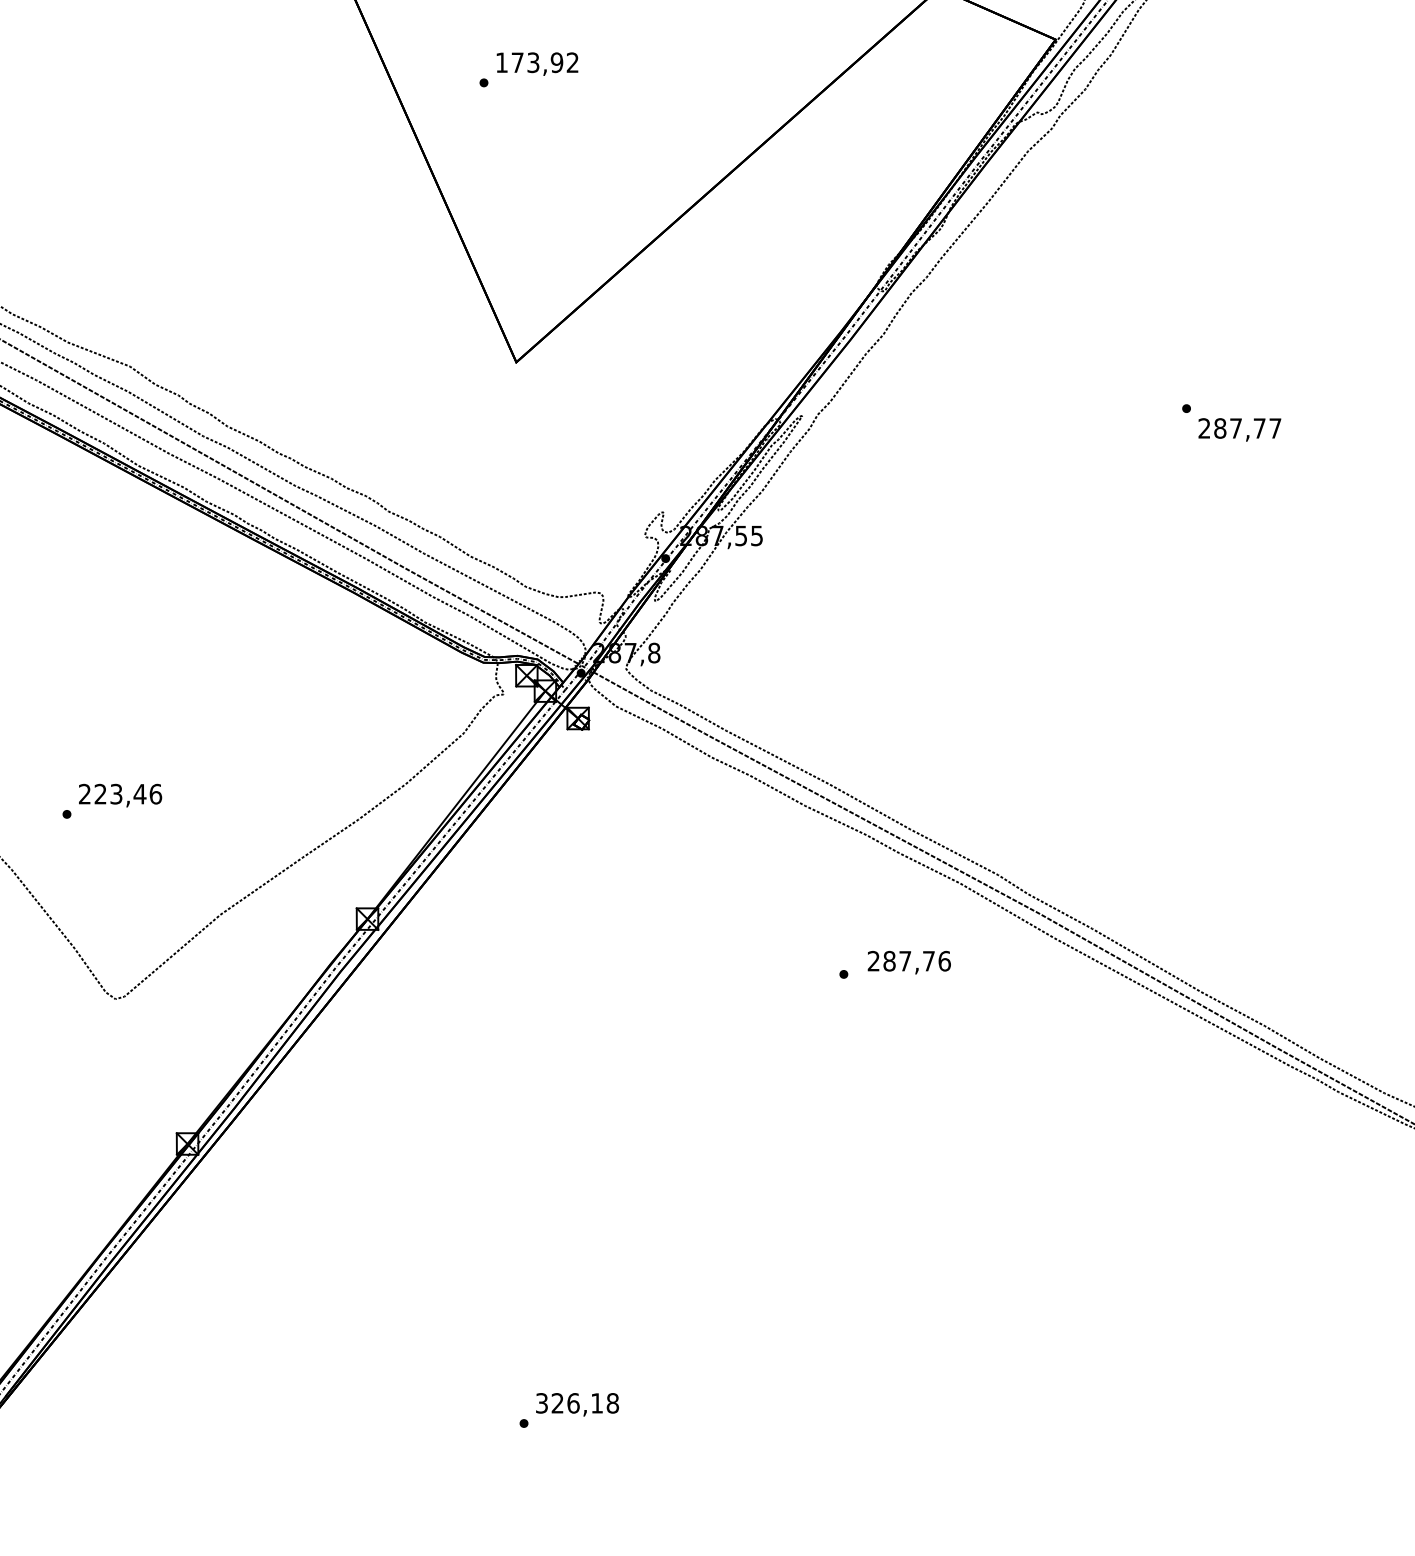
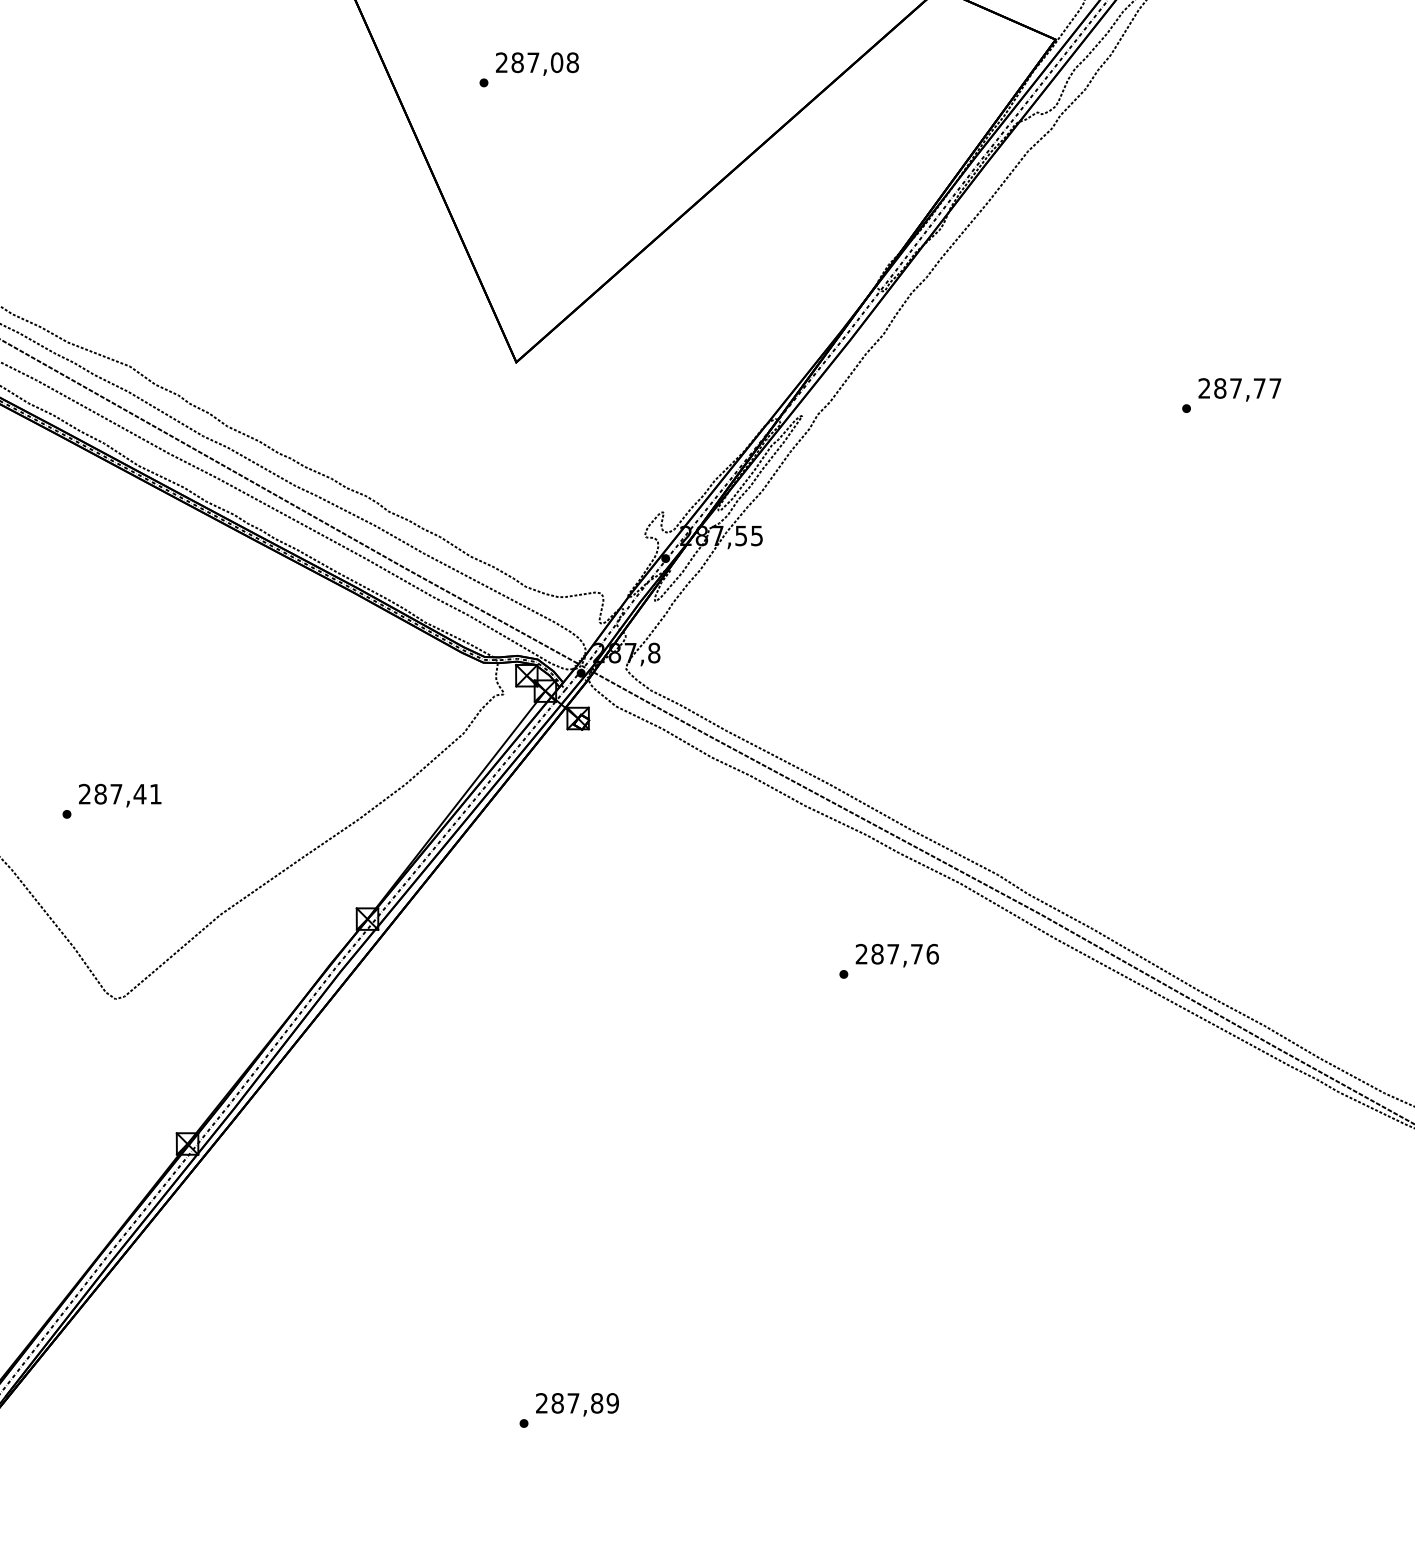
text at (537, 62): 173,92 -> 287,08
text at (1239, 429) position: (1239, 429) -> (1239, 389)
text at (128, 793): 223,46 -> 287,41
text at (908, 962) position: (908, 962) -> (896, 955)
text at (577, 1403): 326,18 -> 287,89
